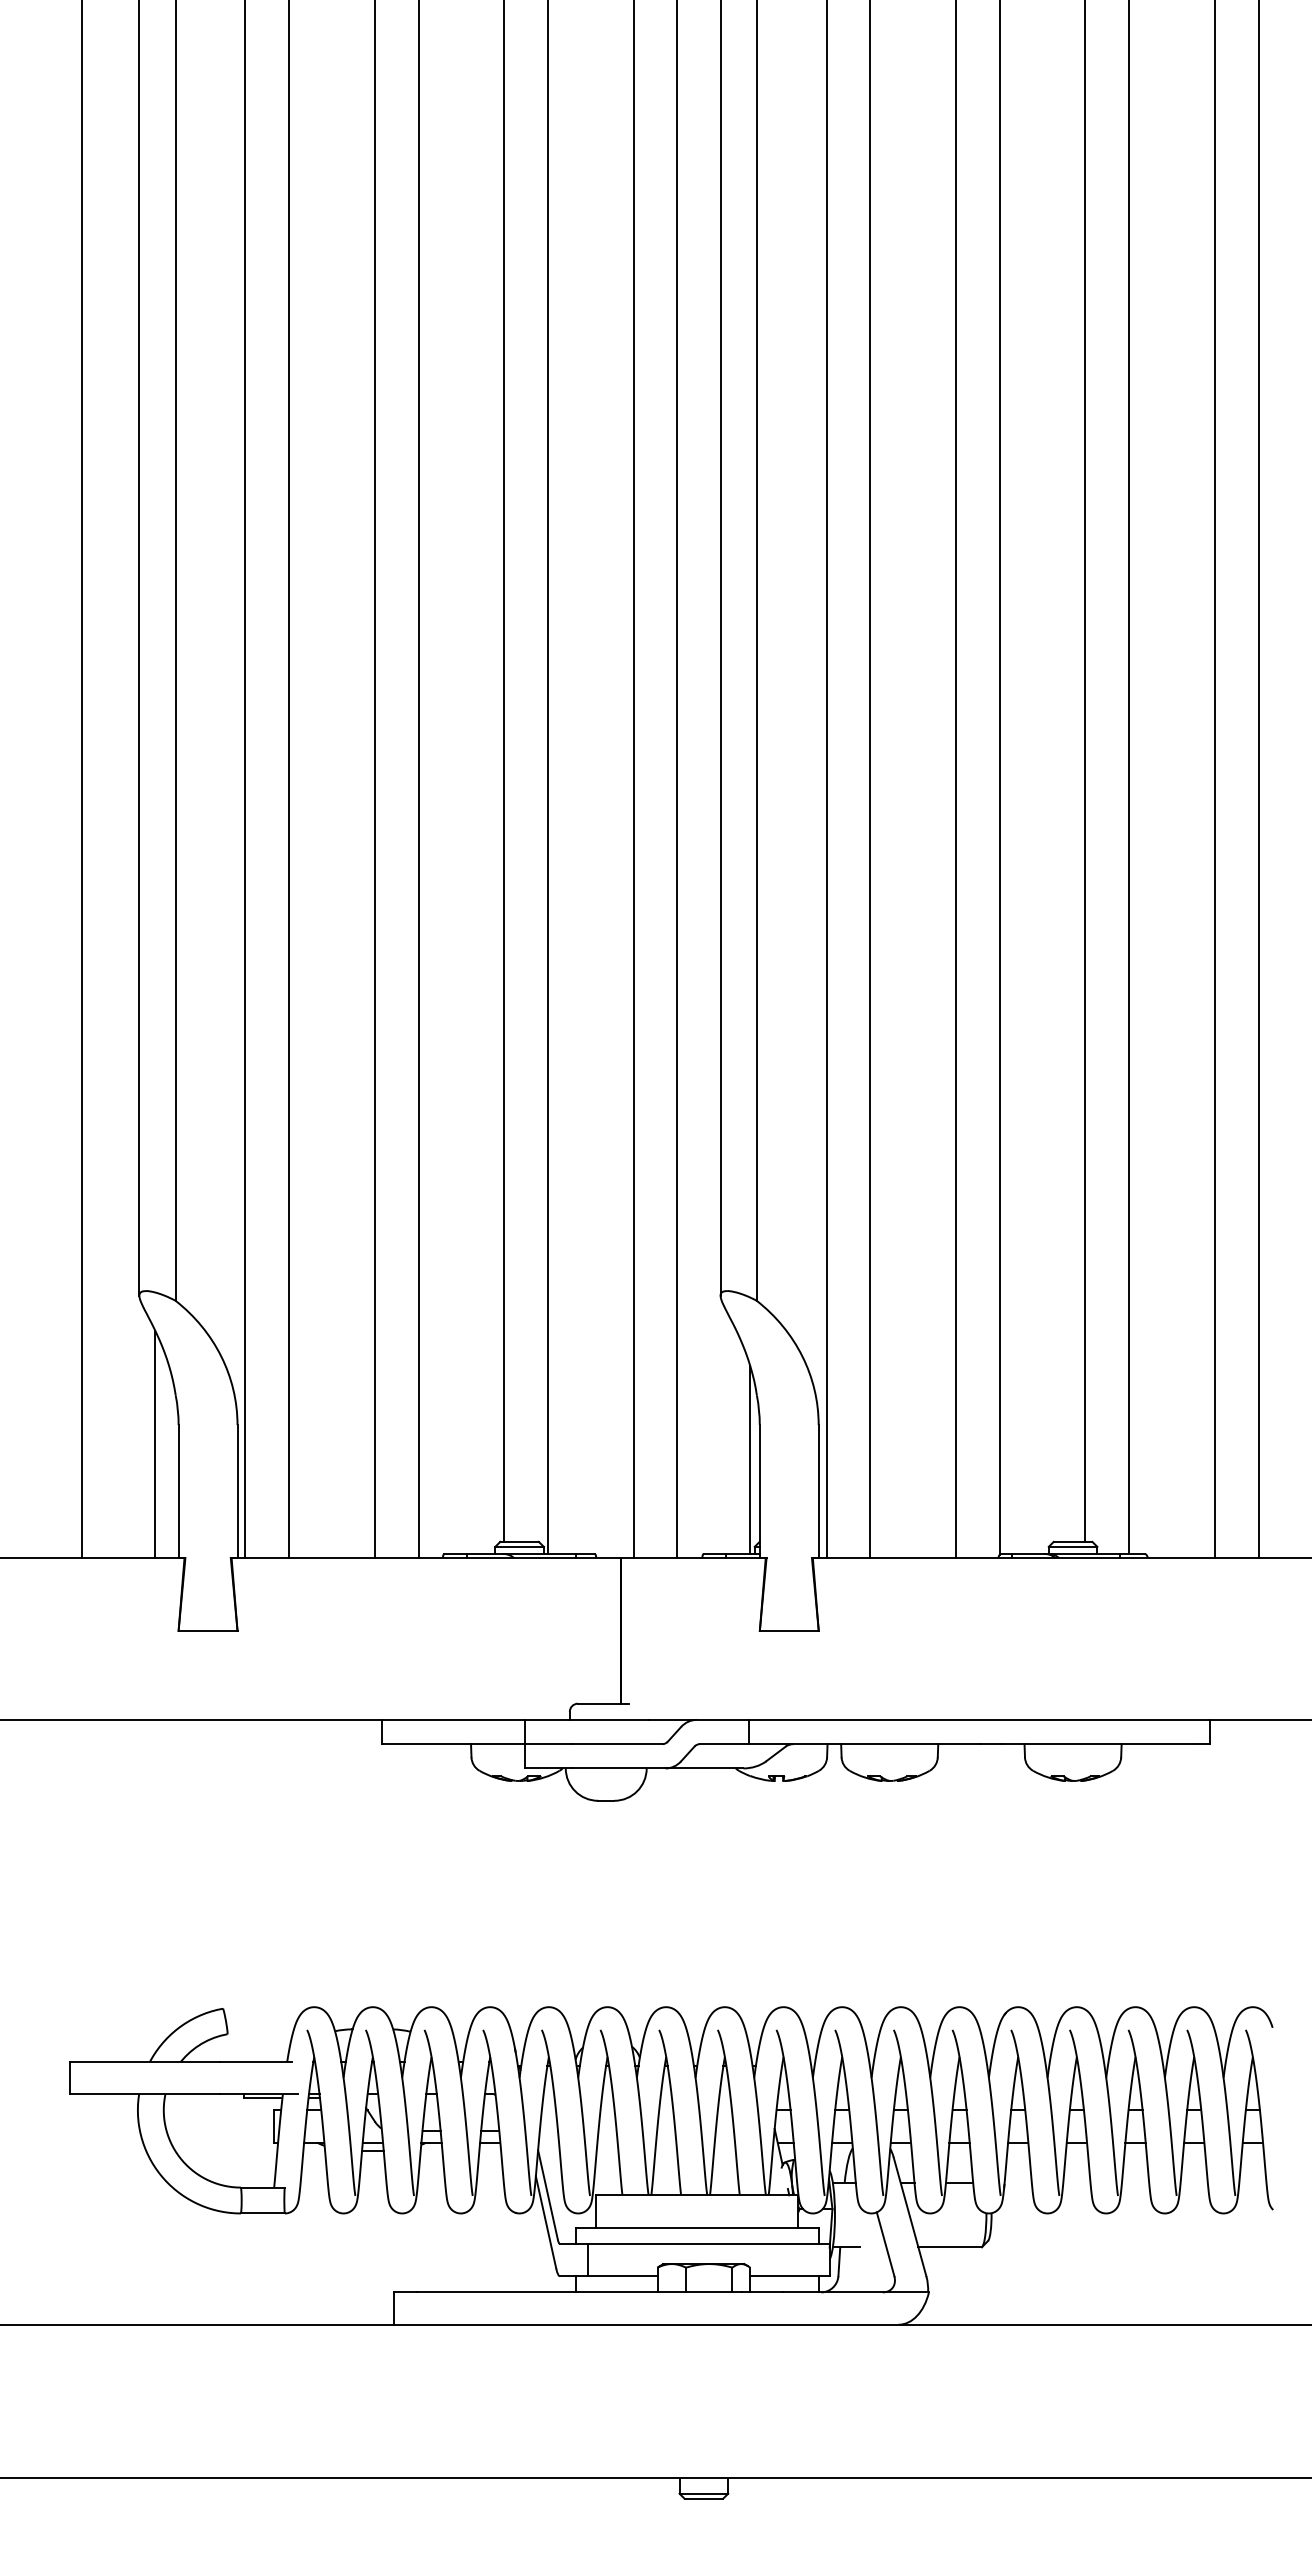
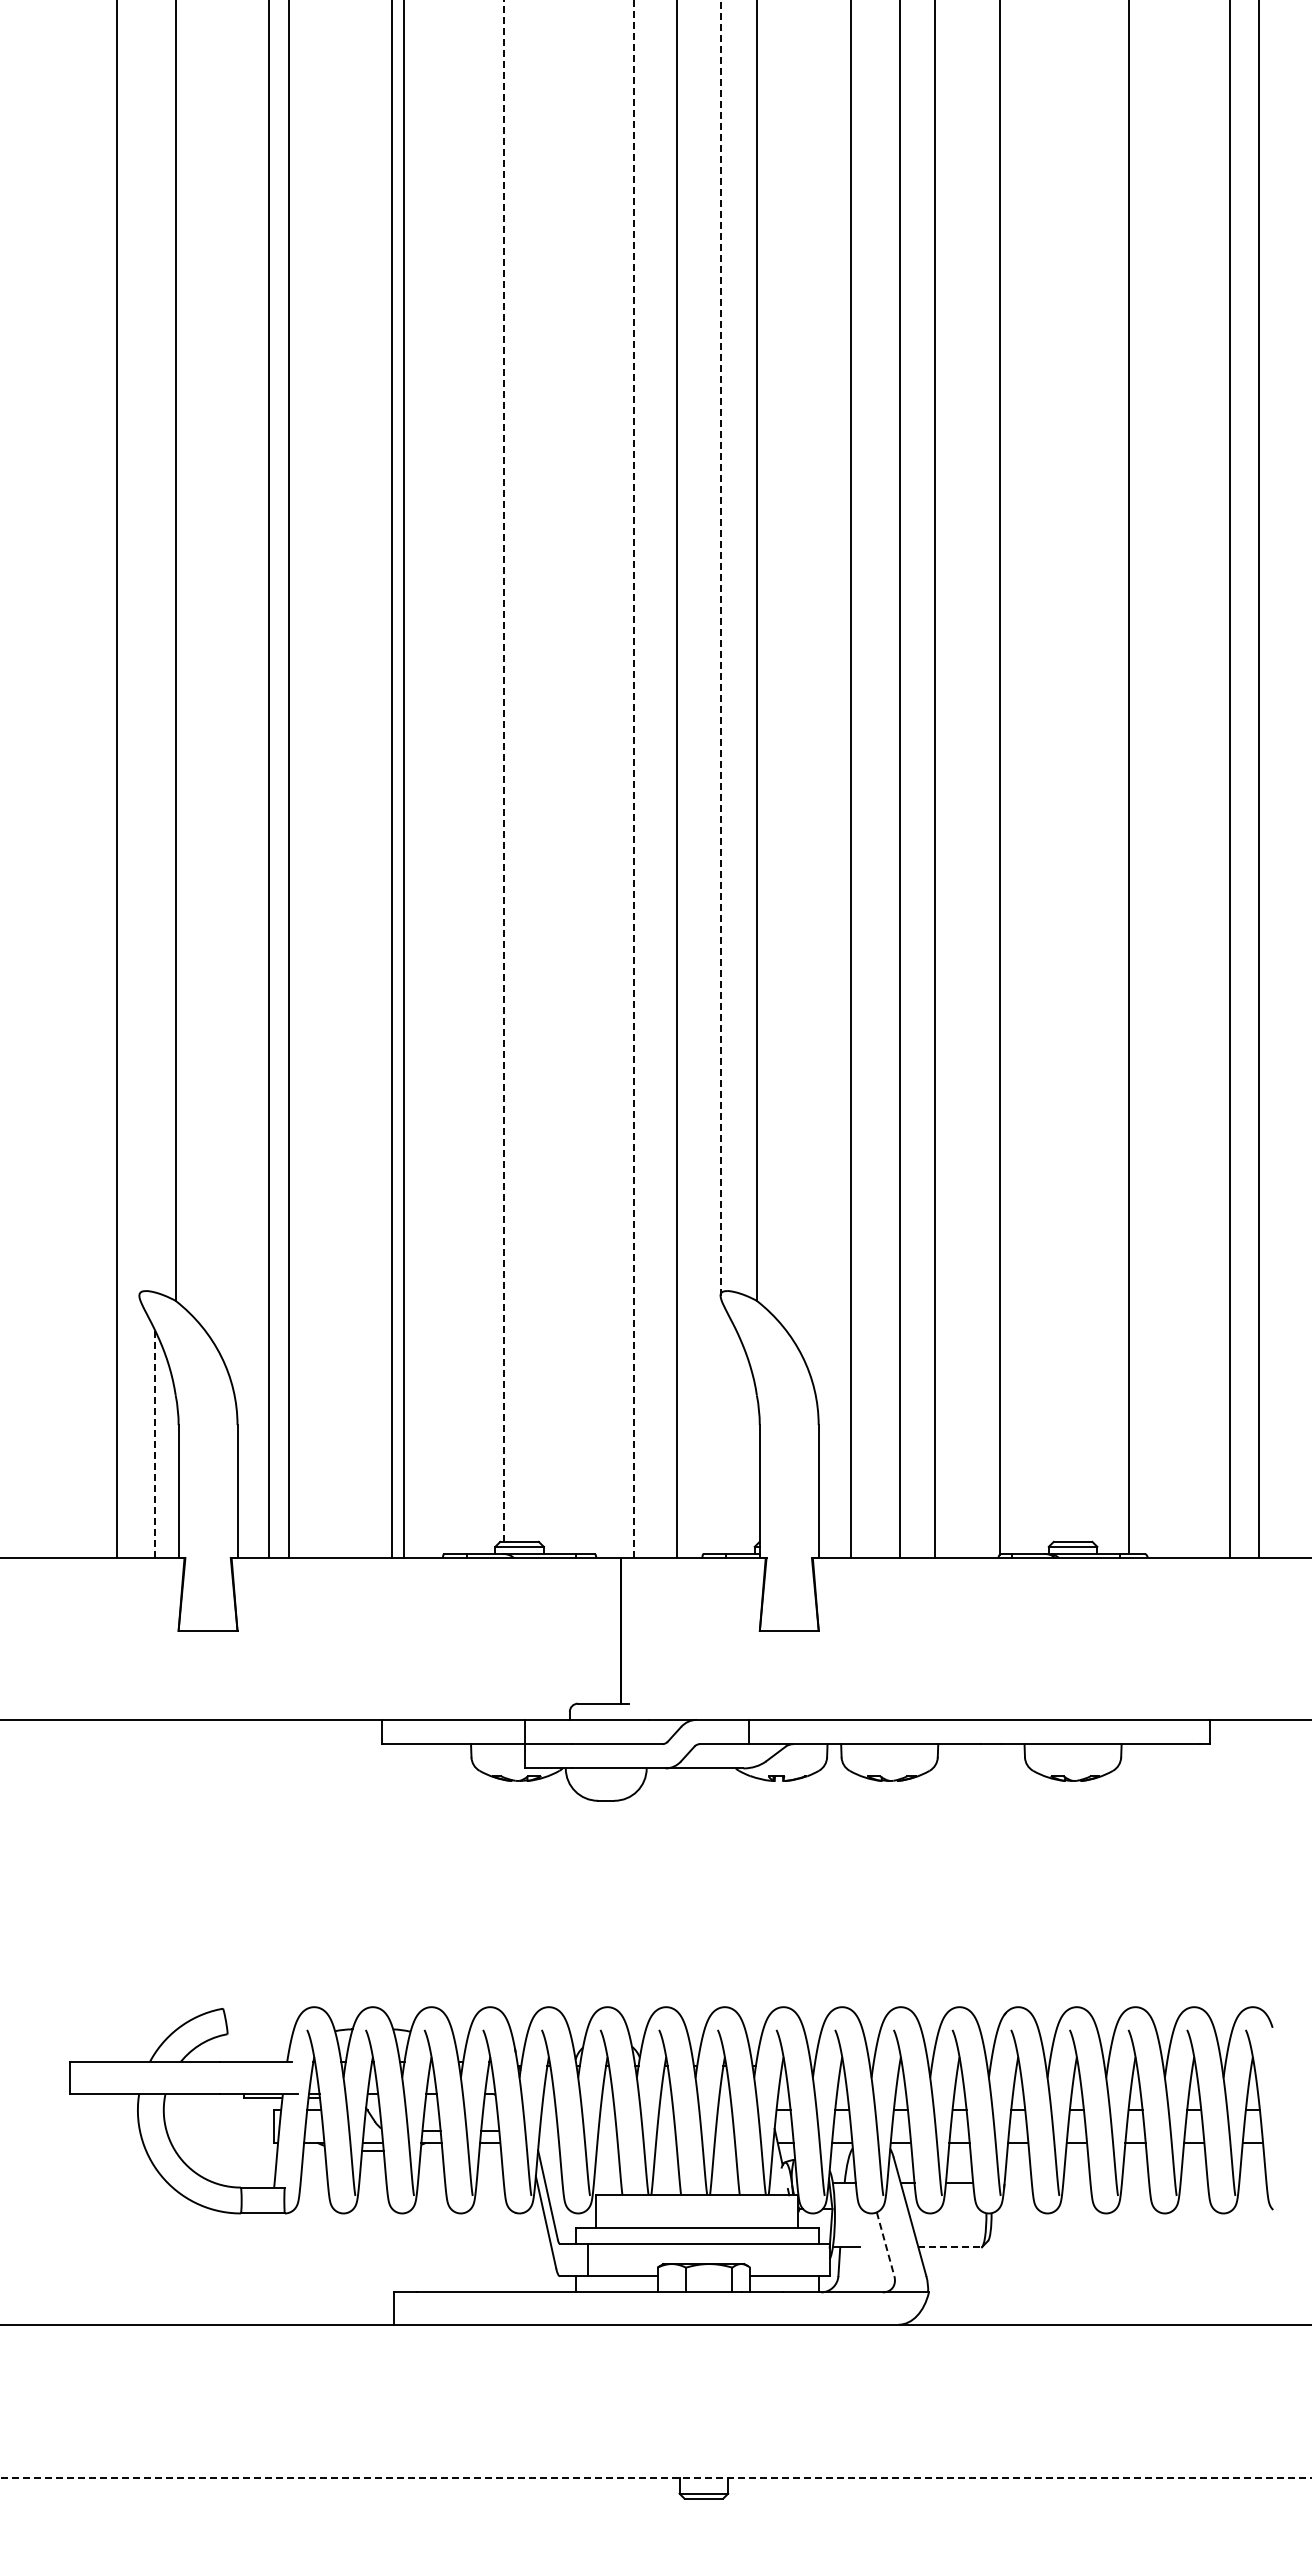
line at (720, 647): solid -> dashed
line at (139, 648): present -> none
line at (504, 770): solid -> dashed
line at (1085, 771): present -> none
line at (548, 778): present -> none
line at (633, 779): solid -> dashed
line at (82, 780) position: (82, 780) -> (117, 780)
line at (245, 780) position: (245, 780) -> (269, 780)
line at (374, 780) position: (374, 780) -> (403, 780)
line at (418, 780) position: (418, 780) -> (391, 780)
line at (826, 780) position: (826, 780) -> (850, 780)
line at (870, 780) position: (870, 780) -> (900, 780)
line at (955, 780) position: (955, 780) -> (934, 780)
line at (1214, 780) position: (1214, 780) -> (1229, 780)
line at (155, 1444): solid -> dashed
line at (750, 1460): present -> none
line at (885, 2244): solid -> dashed
line at (950, 2247): solid -> dashed
line at (655, 2478): solid -> dashed
